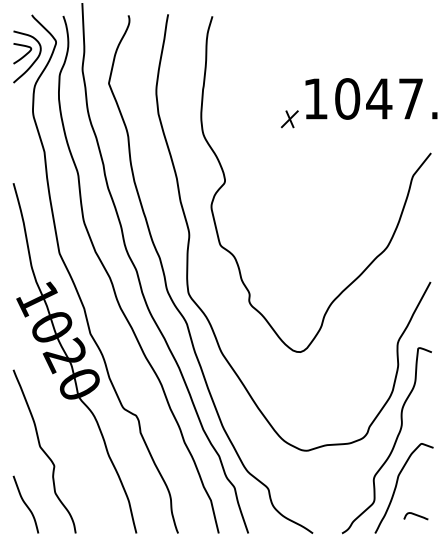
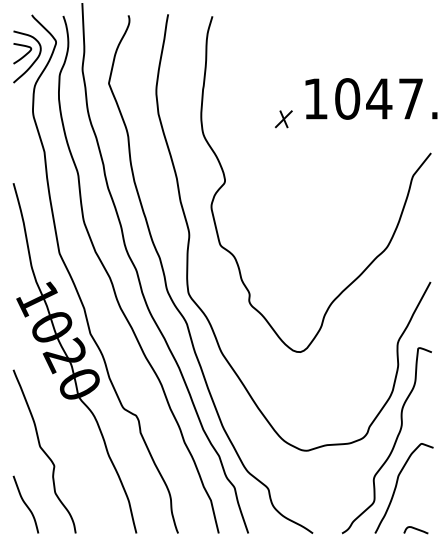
part at (289, 119) position: (289, 119) -> (283, 119)
curve at (415, 515) position: (415, 515) -> (415, 529)
